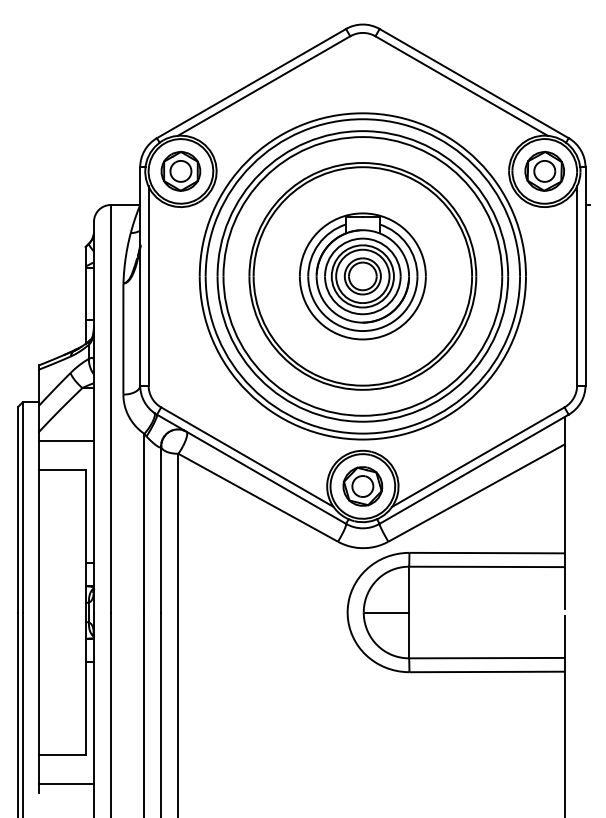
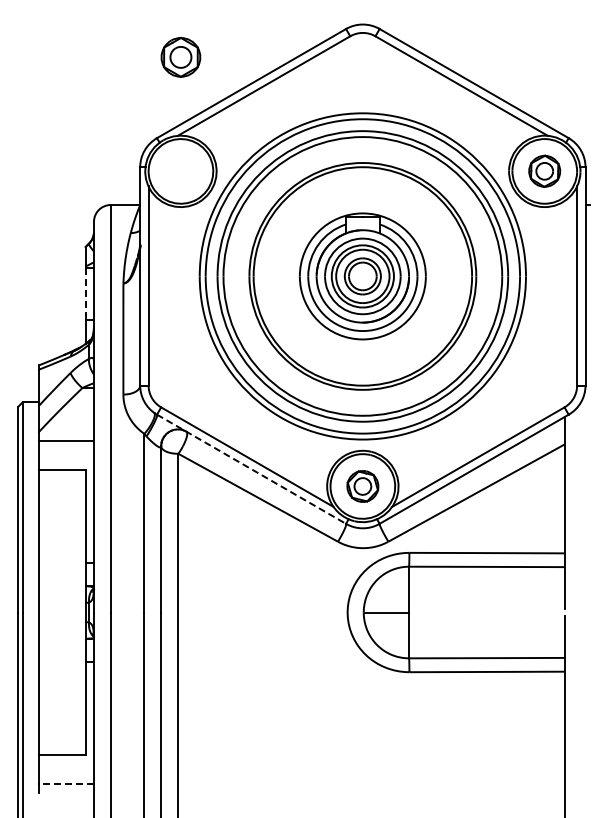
part at (544, 170) size: 41x42 px -> 34x34 px
part at (180, 171) position: (180, 171) -> (180, 57)
line at (85, 294): solid -> dashed
line at (251, 469): solid -> dashed
part at (362, 486) size: 42x41 px -> 34x33 px
line at (66, 784): solid -> dashed
